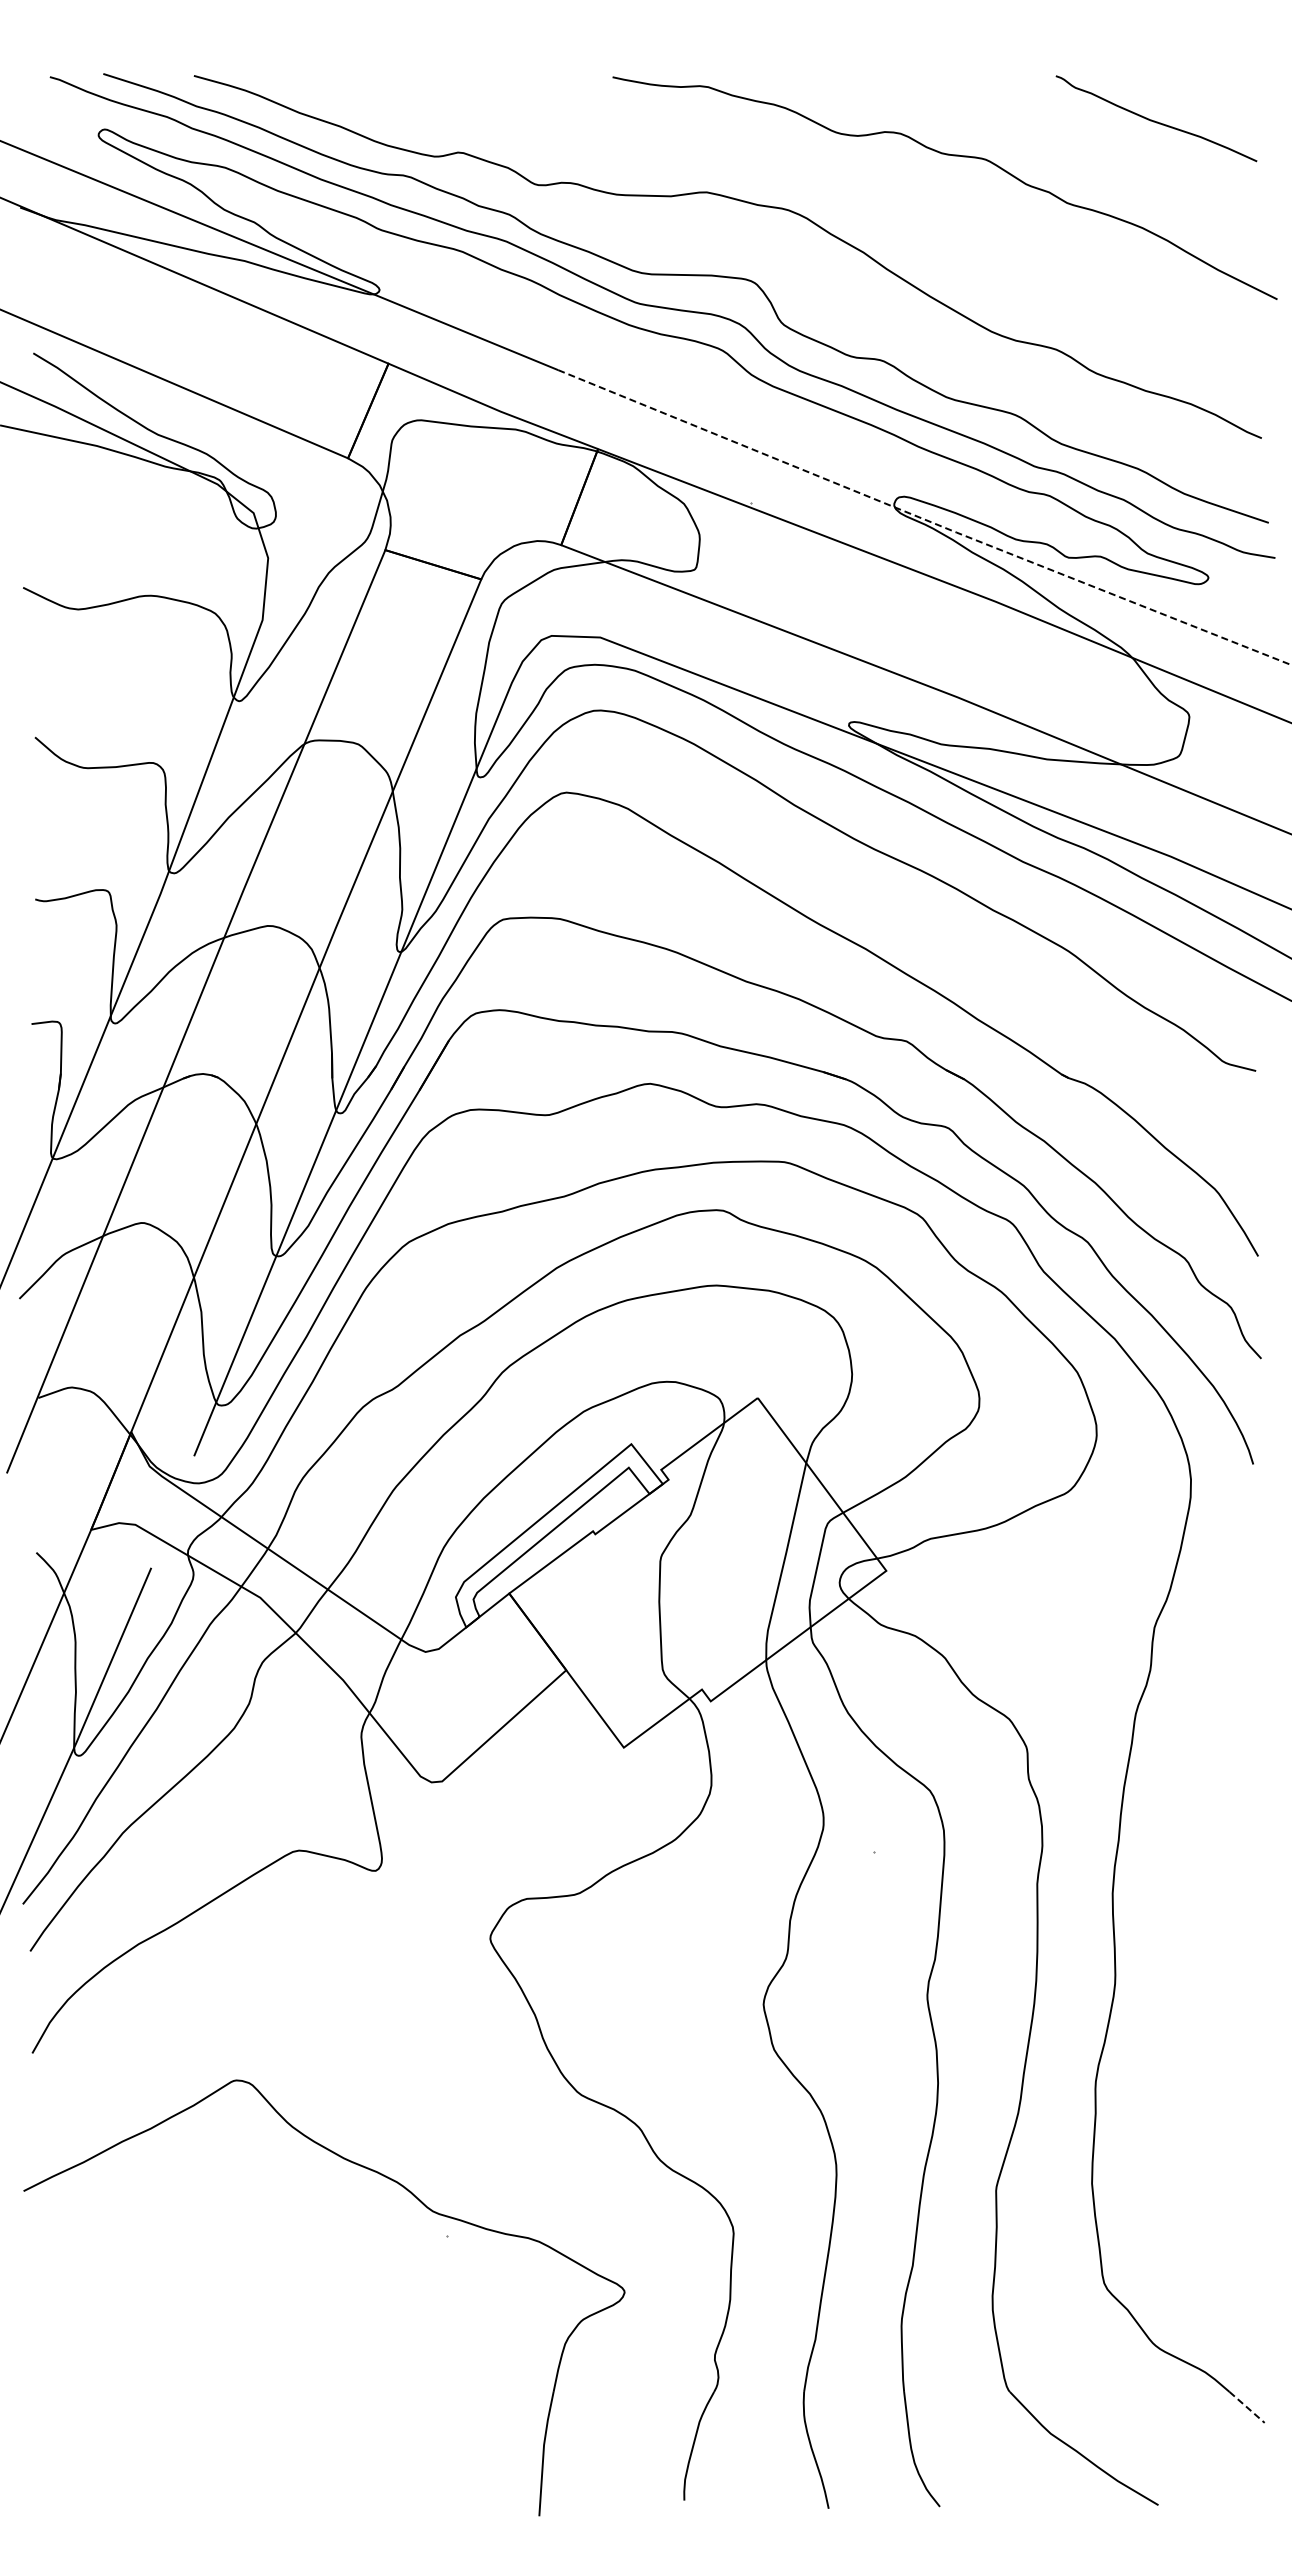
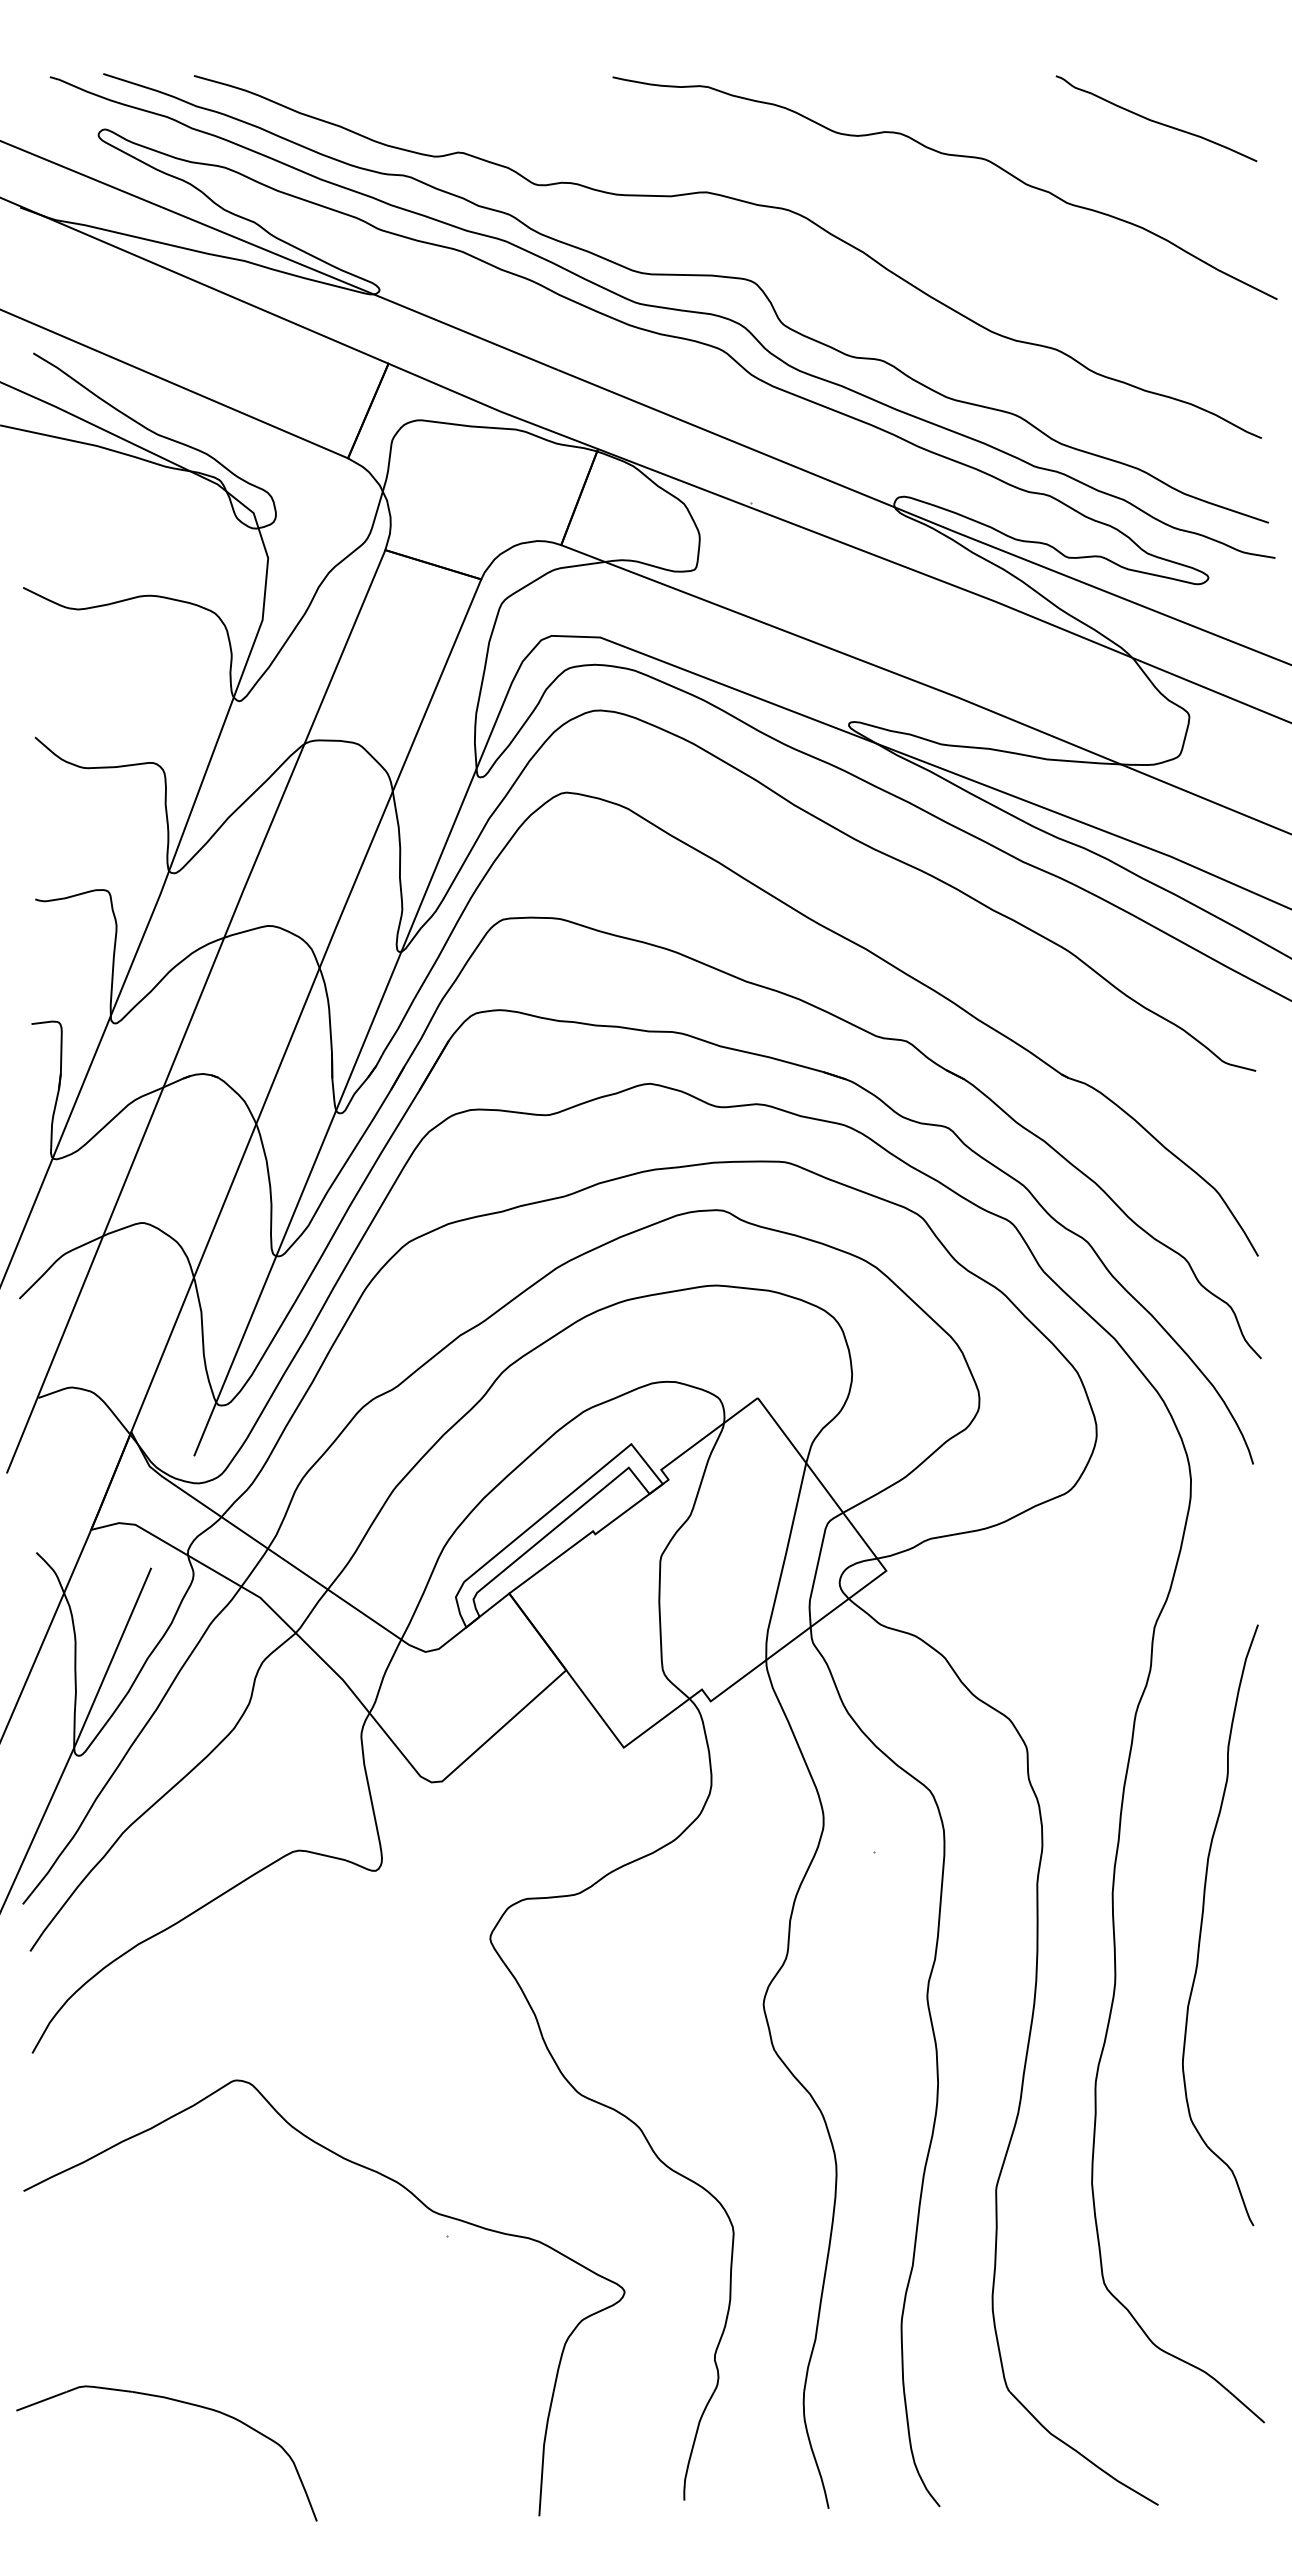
line at (924, 519): dashed -> solid
curve at (1202, 1925): none -> present
part at (179, 2402): none -> present
line at (1247, 2407): dashed -> solid
